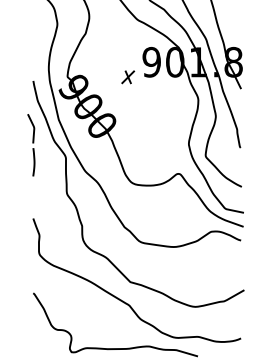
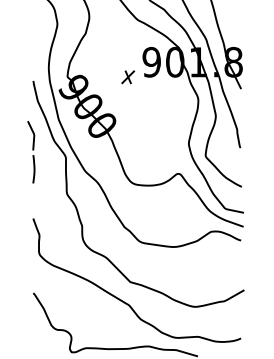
part at (31, 145) position: (31, 145) -> (31, 152)
